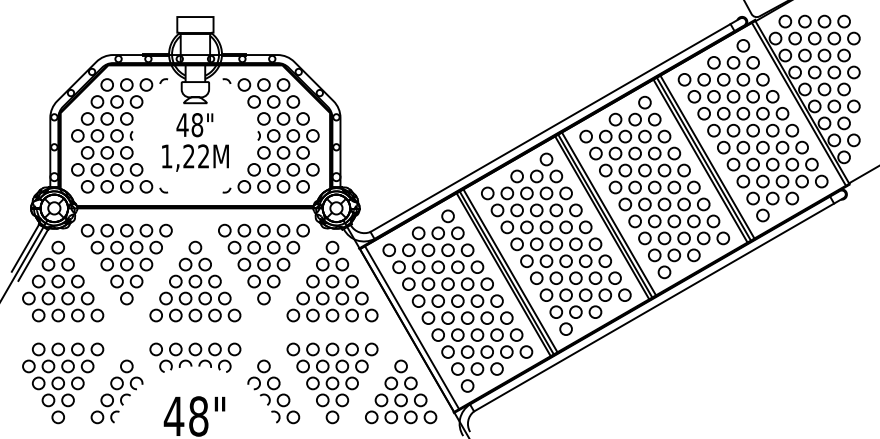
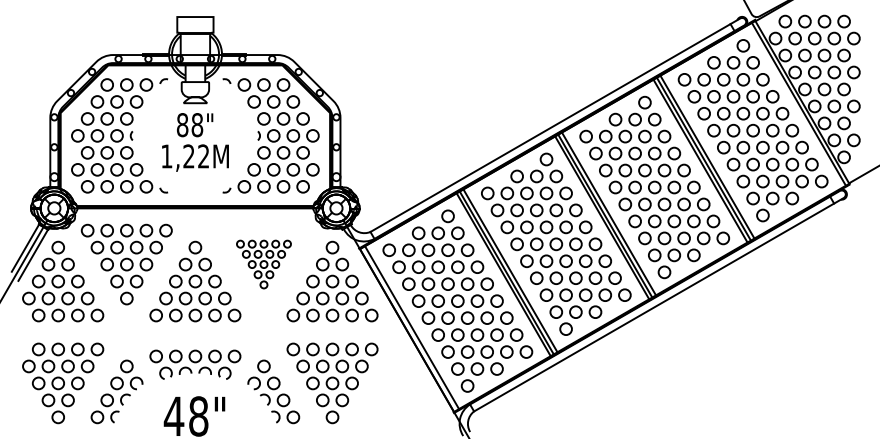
text at (182, 125): 48" -> 88"
part at (263, 264) size: 92x83 px -> 56x51 px
part at (195, 357) position: (195, 357) -> (195, 364)
part at (401, 391): present -> none
